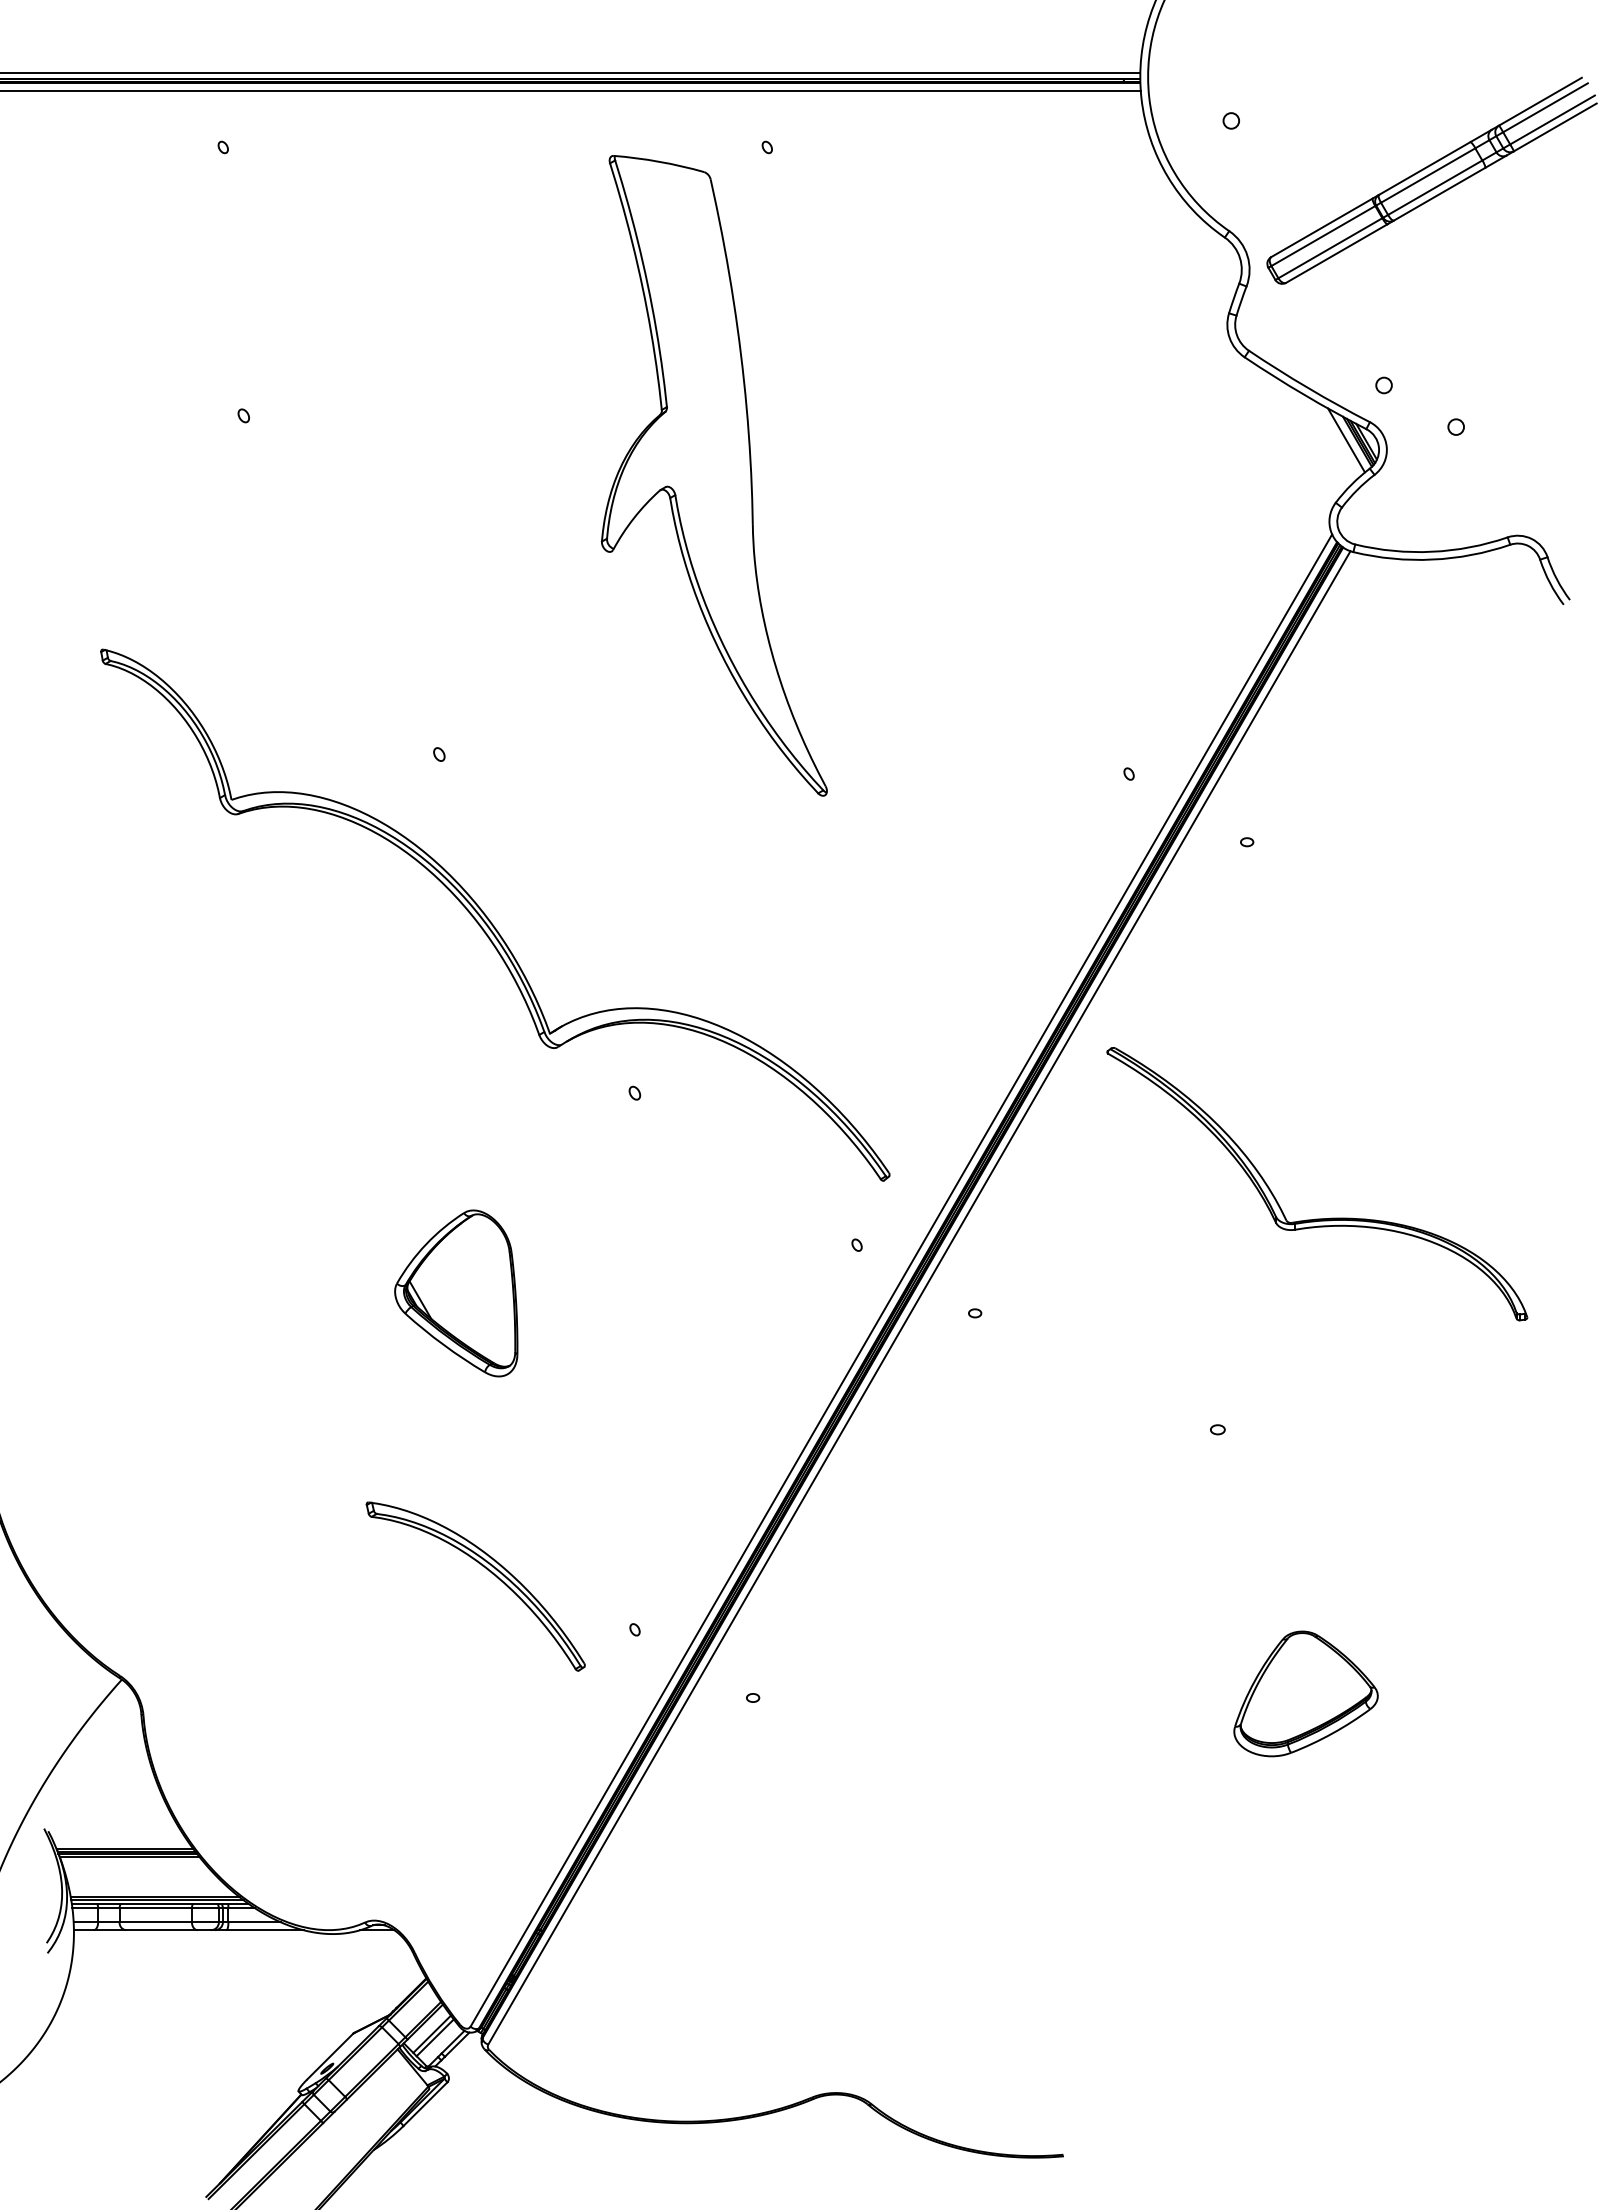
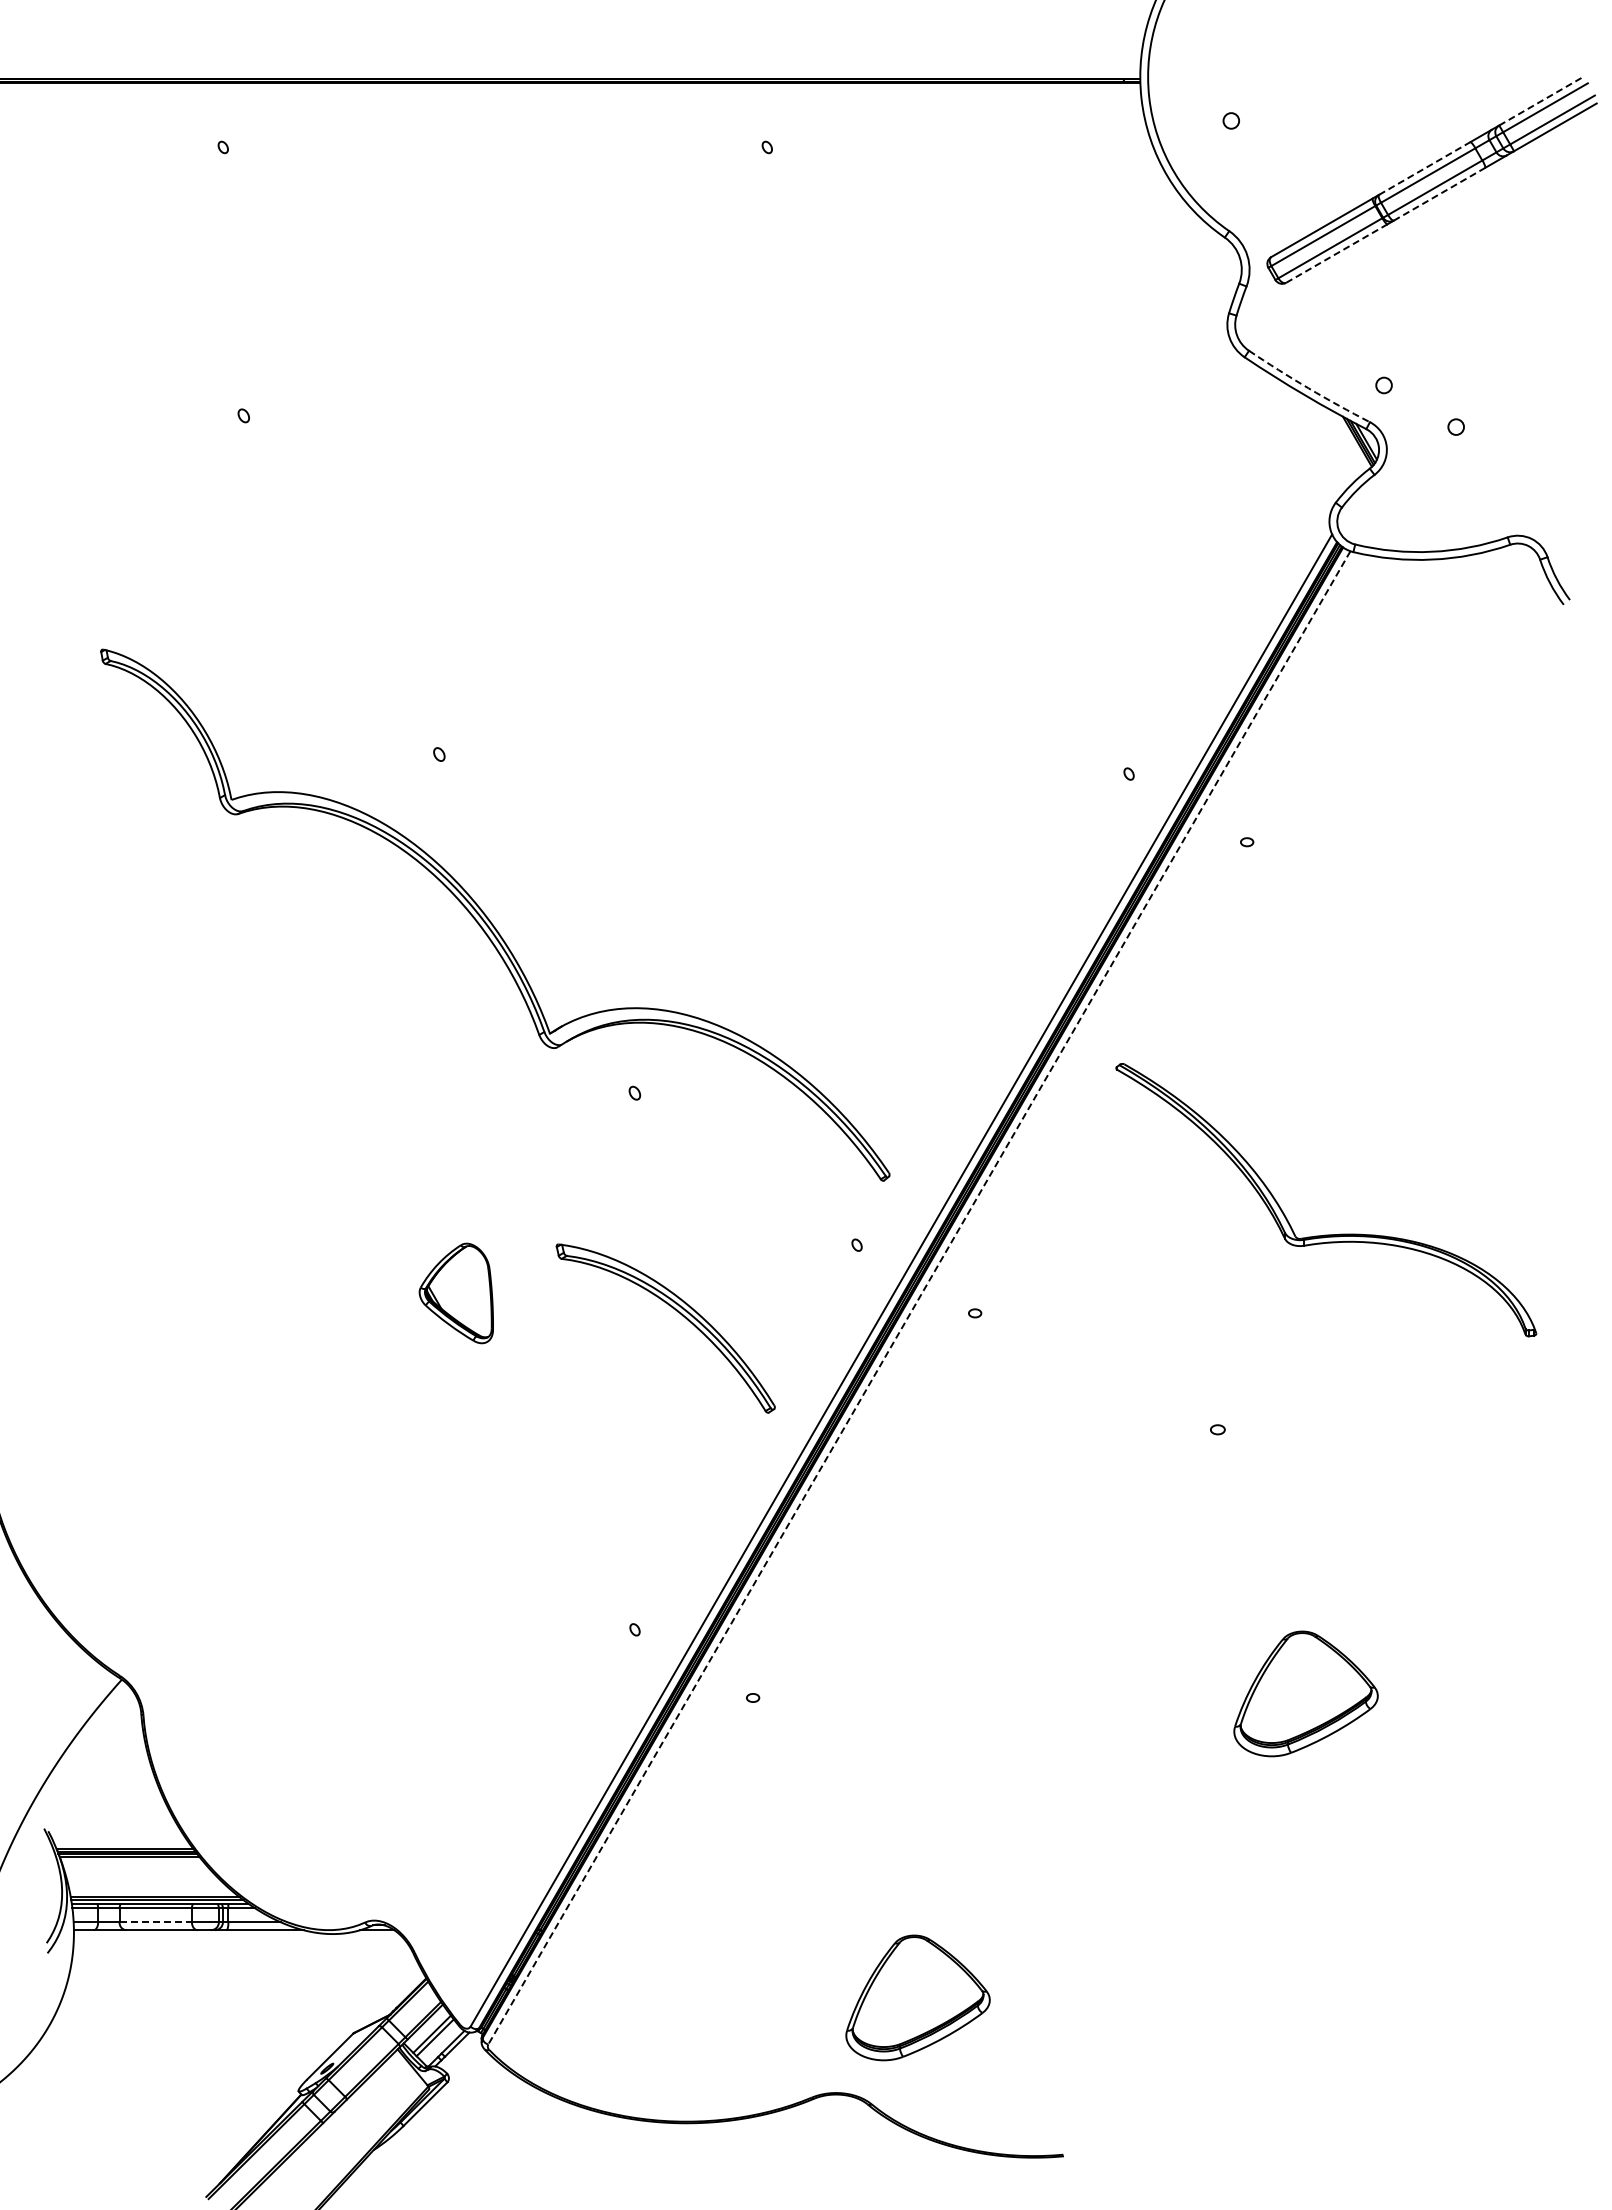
line at (571, 72): present -> none
line at (571, 91): present -> none
line at (1540, 101): solid -> dashed
line at (1424, 168): solid -> dashed
line at (1439, 194): solid -> dashed
line at (1336, 253): solid -> dashed
arc at (1308, 388): solid -> dashed
line at (1346, 440): present -> none
part at (713, 475): present -> none
part at (1317, 1218) position: (1317, 1218) -> (1326, 1234)
part at (456, 1293) size: 125x169 px -> 76x103 px
line at (919, 1298): solid -> dashed
part at (487, 1570) position: (487, 1570) -> (677, 1312)
line at (156, 1922): solid -> dashed
part at (917, 1997): none -> present
